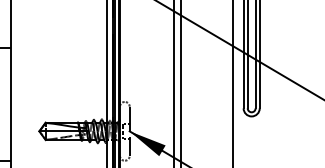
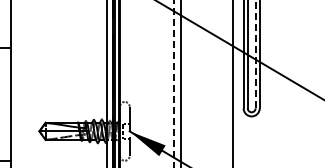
line at (255, 54): solid -> dashed
line at (173, 83): solid -> dashed
